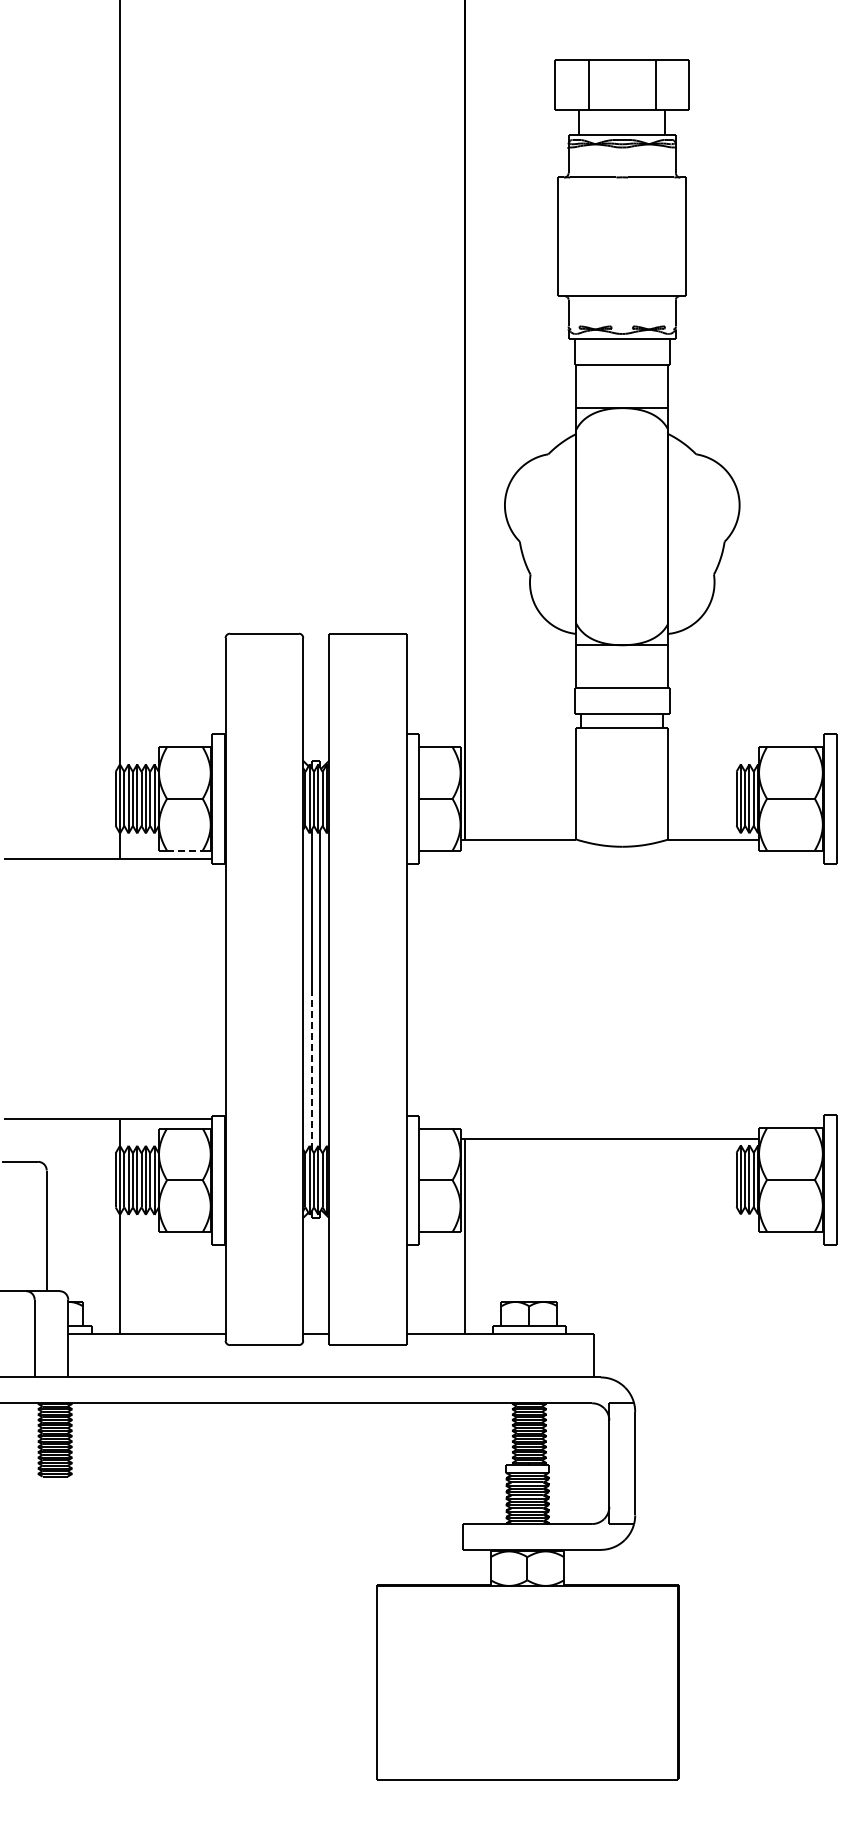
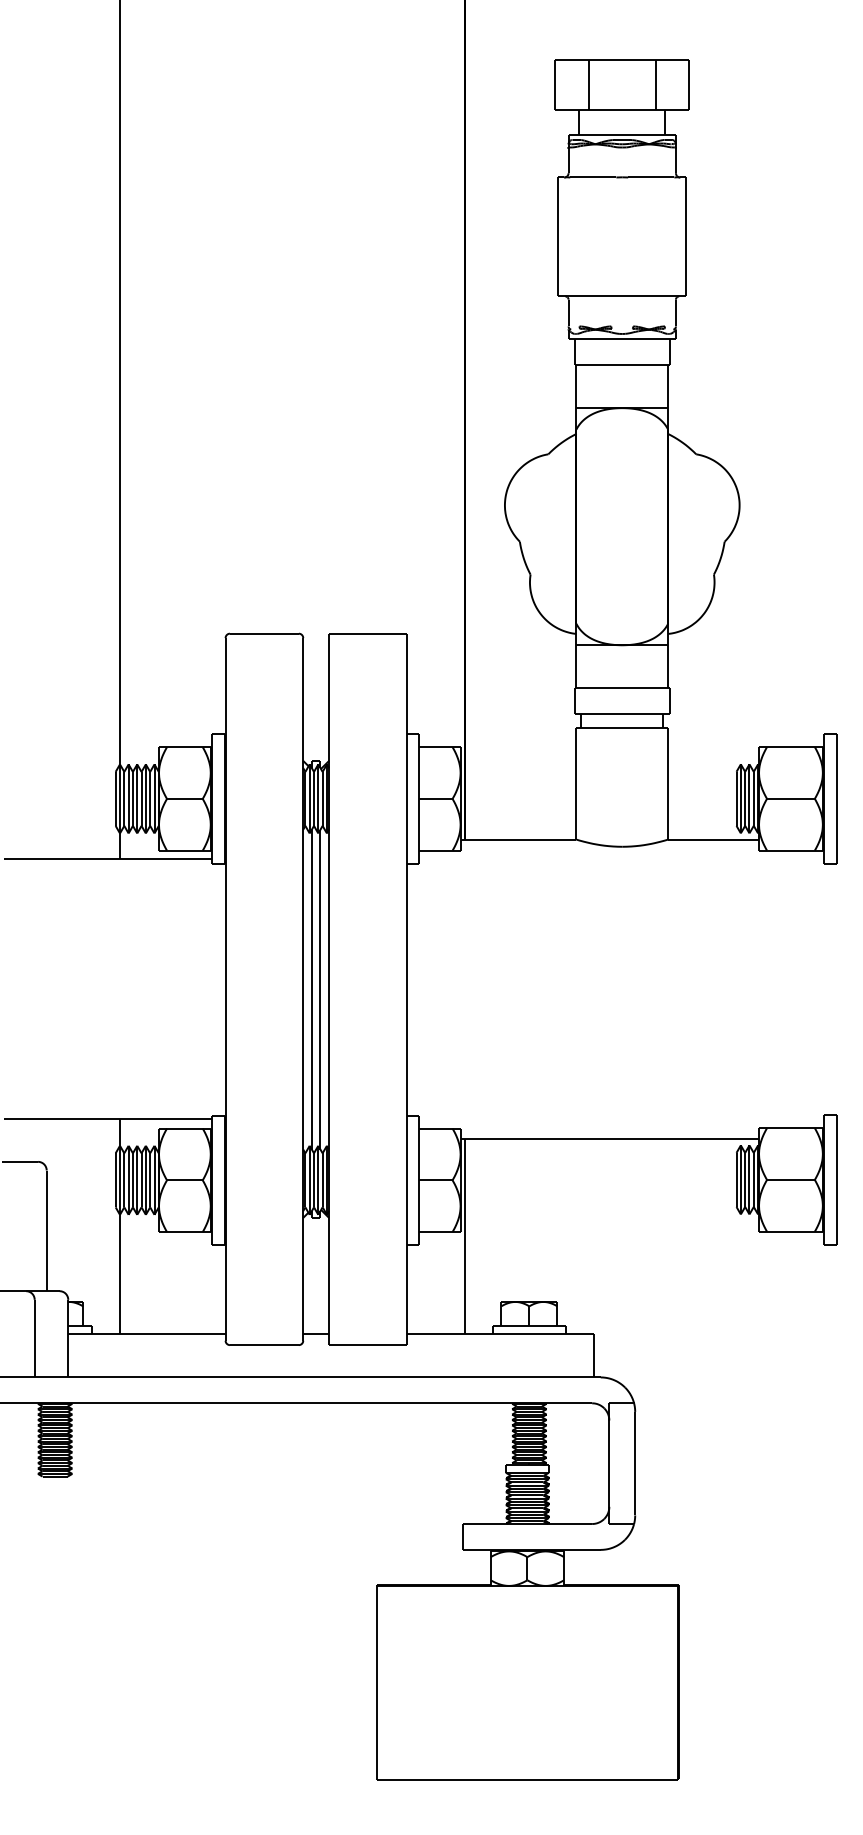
line at (184, 850): dashed -> solid
line at (311, 1069): dashed -> solid
